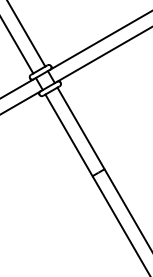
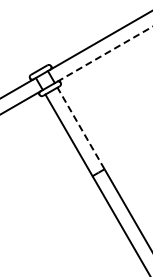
line at (26, 34): present -> none
line at (17, 46): present -> none
line at (105, 53): solid -> dashed
line at (80, 128): solid -> dashed
